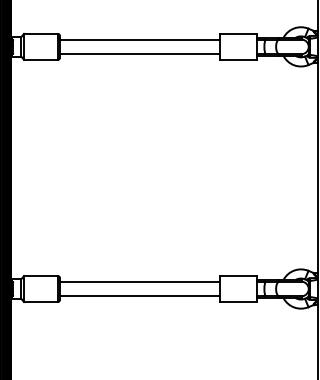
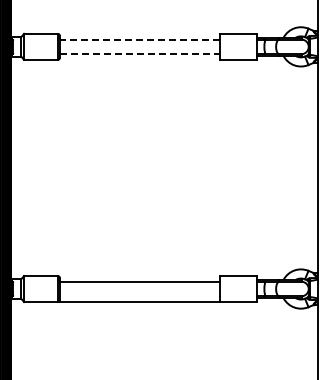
line at (139, 39): solid -> dashed
line at (140, 54): solid -> dashed
line at (139, 296) position: (139, 296) -> (139, 302)
